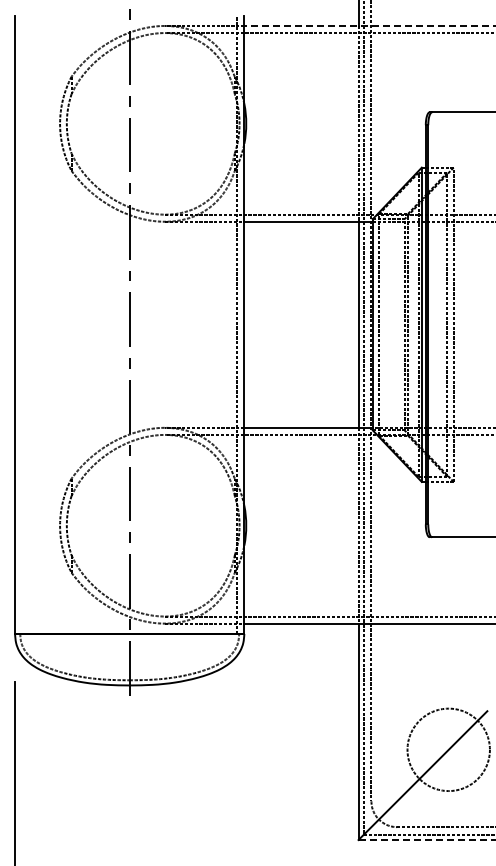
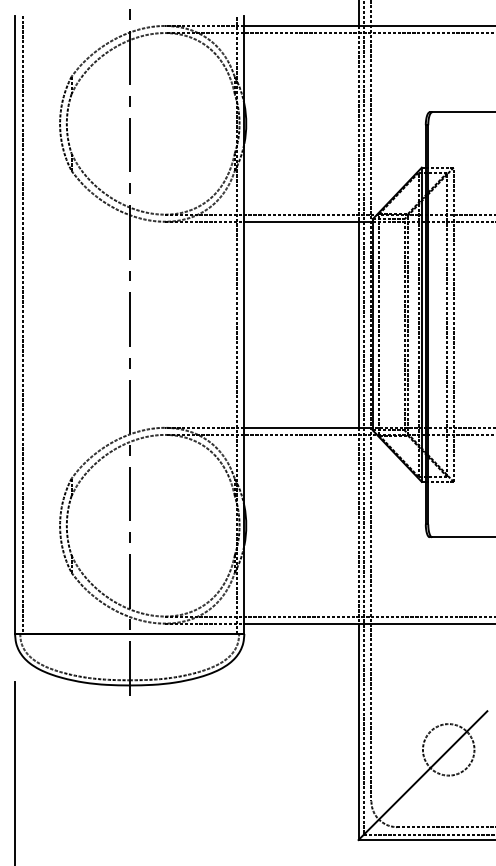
line at (369, 25): dashed -> solid
line at (22, 324): none -> present
circle at (448, 749) diameter: 82 px -> 52 px
line at (427, 840): dashed -> solid
